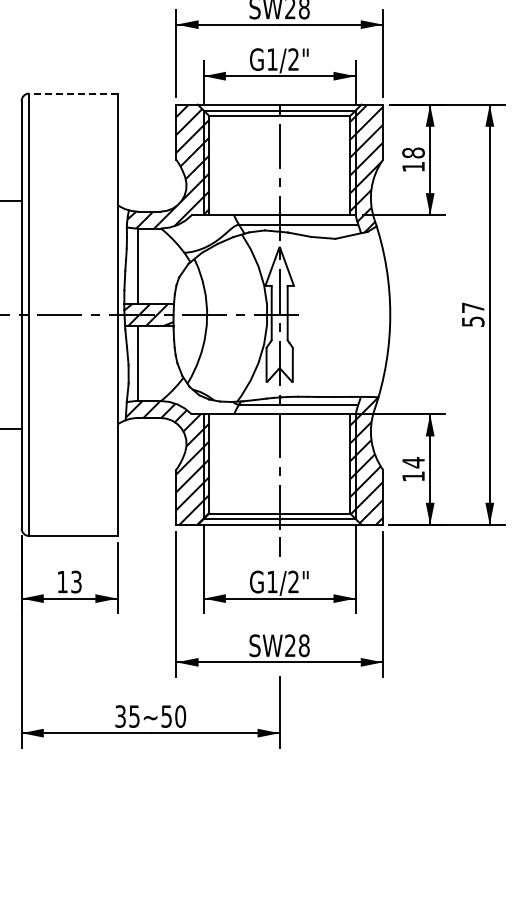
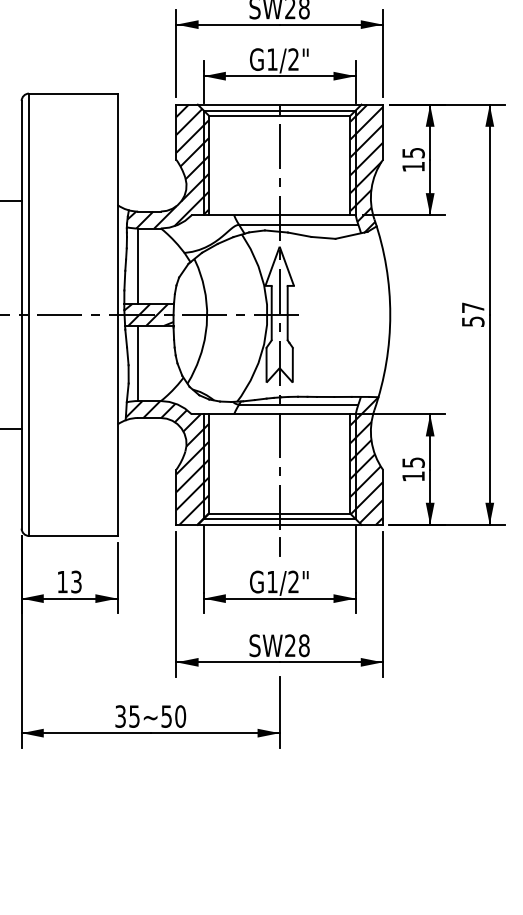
line at (72, 93): dashed -> solid
text at (413, 152): 18 -> 15
text at (413, 462): 14 -> 15
